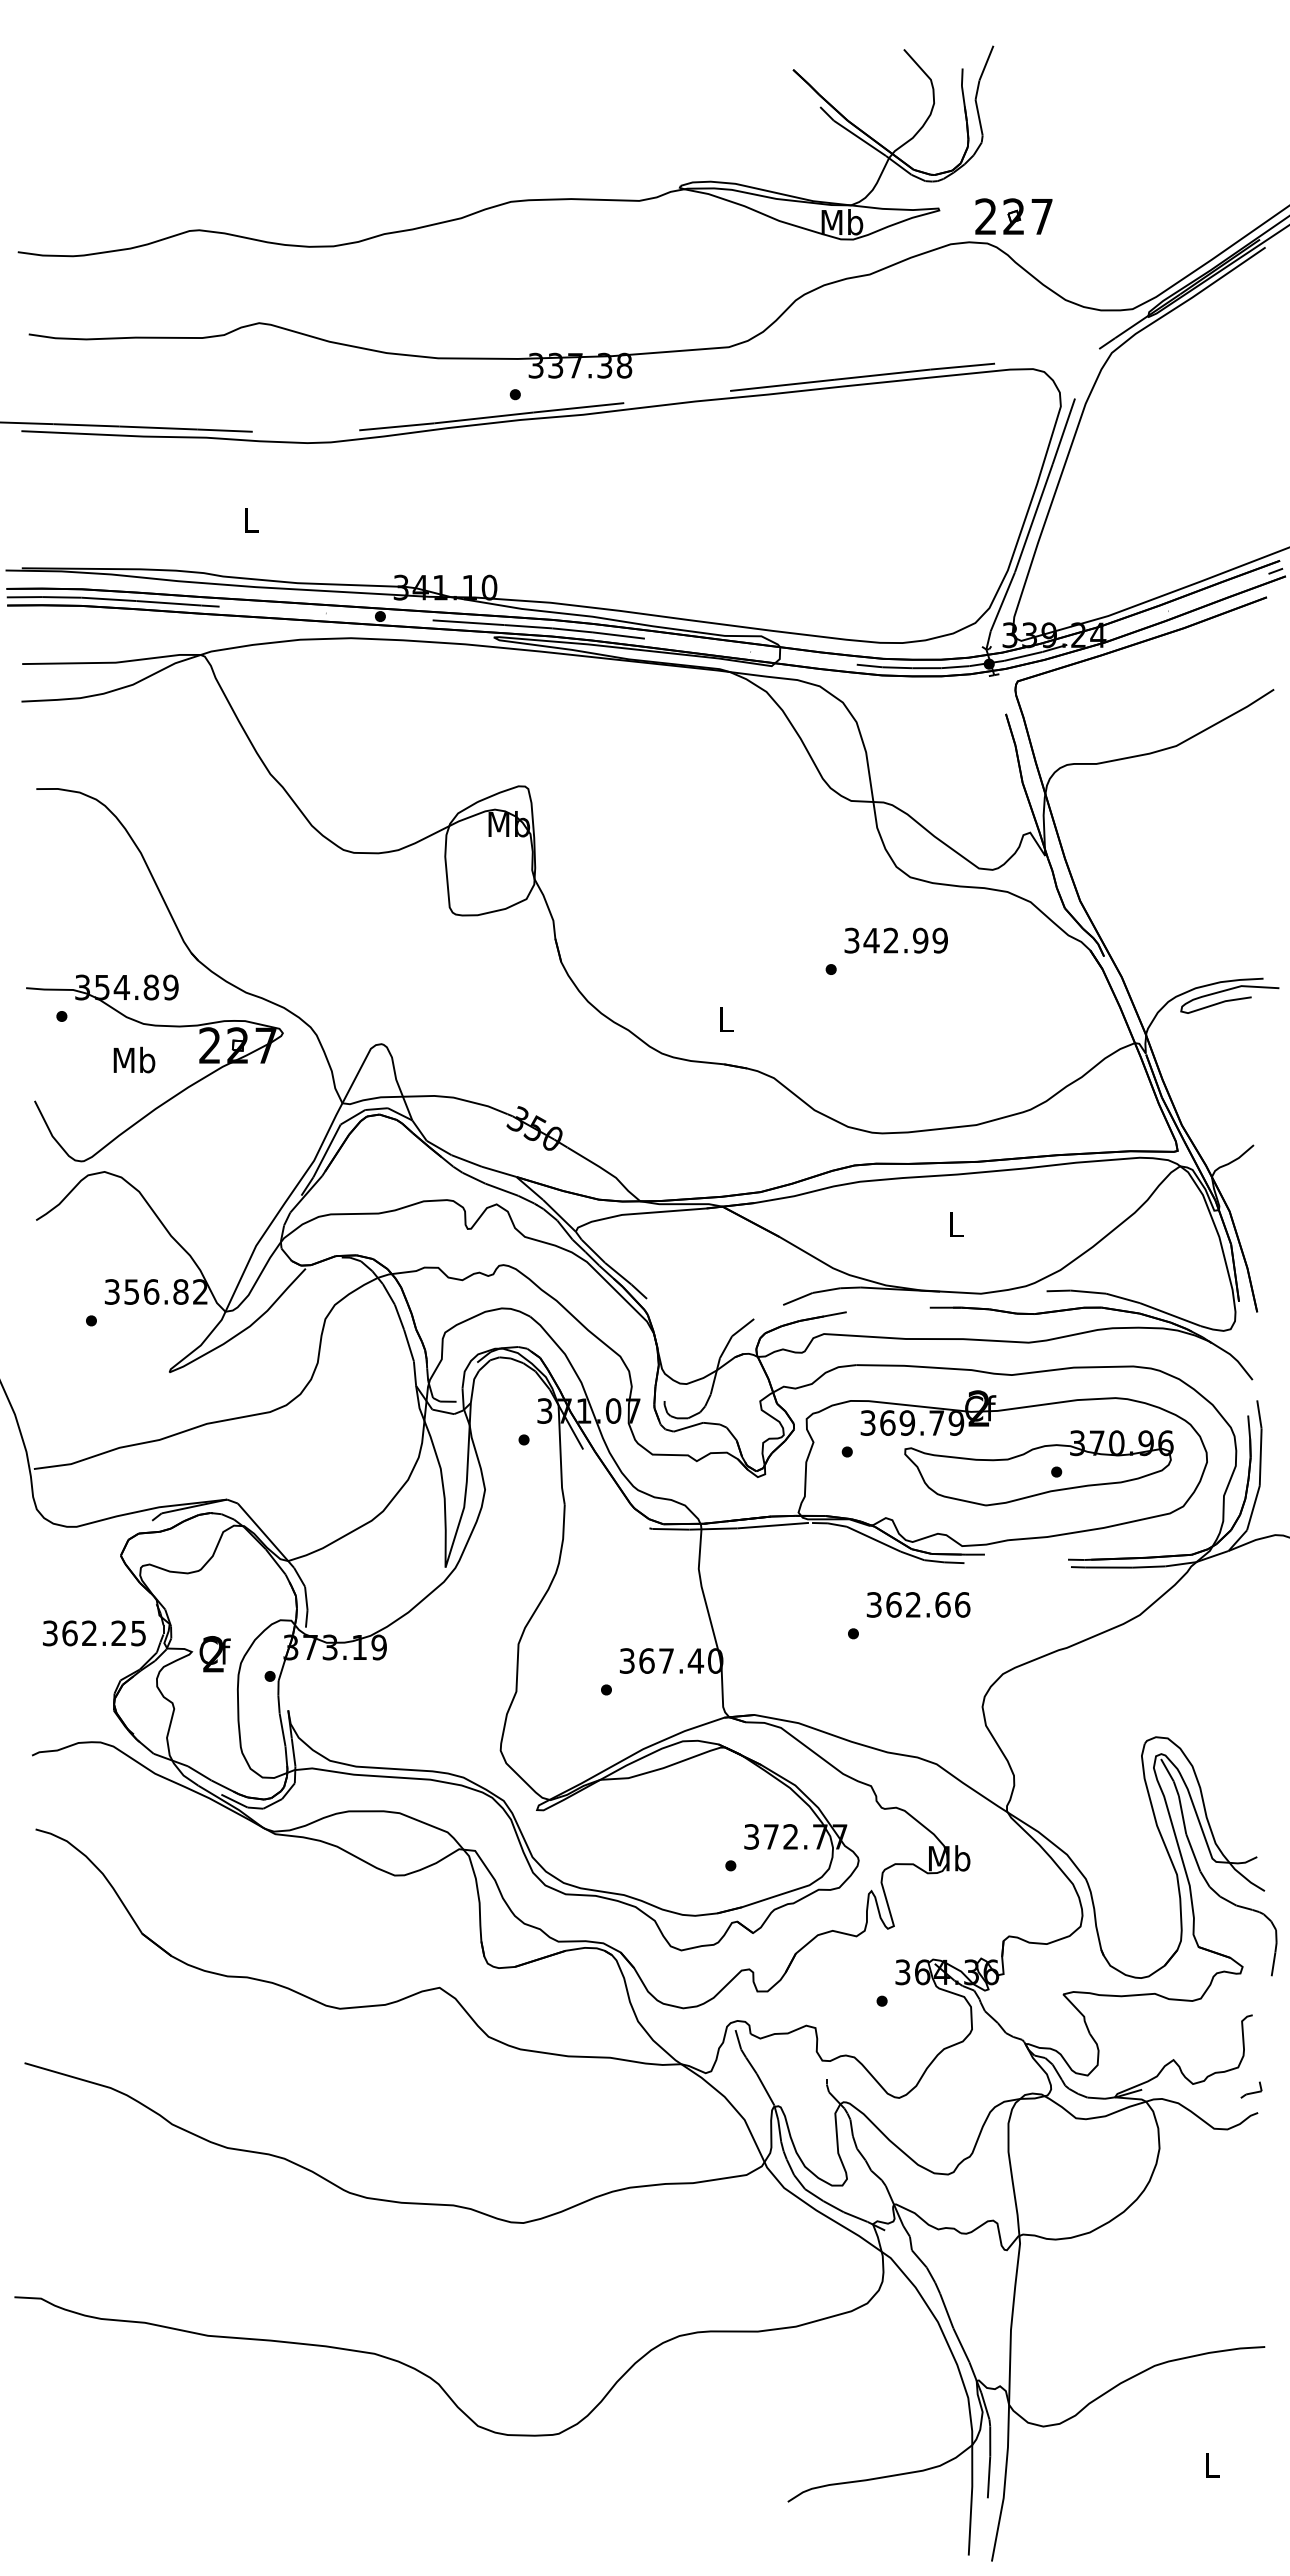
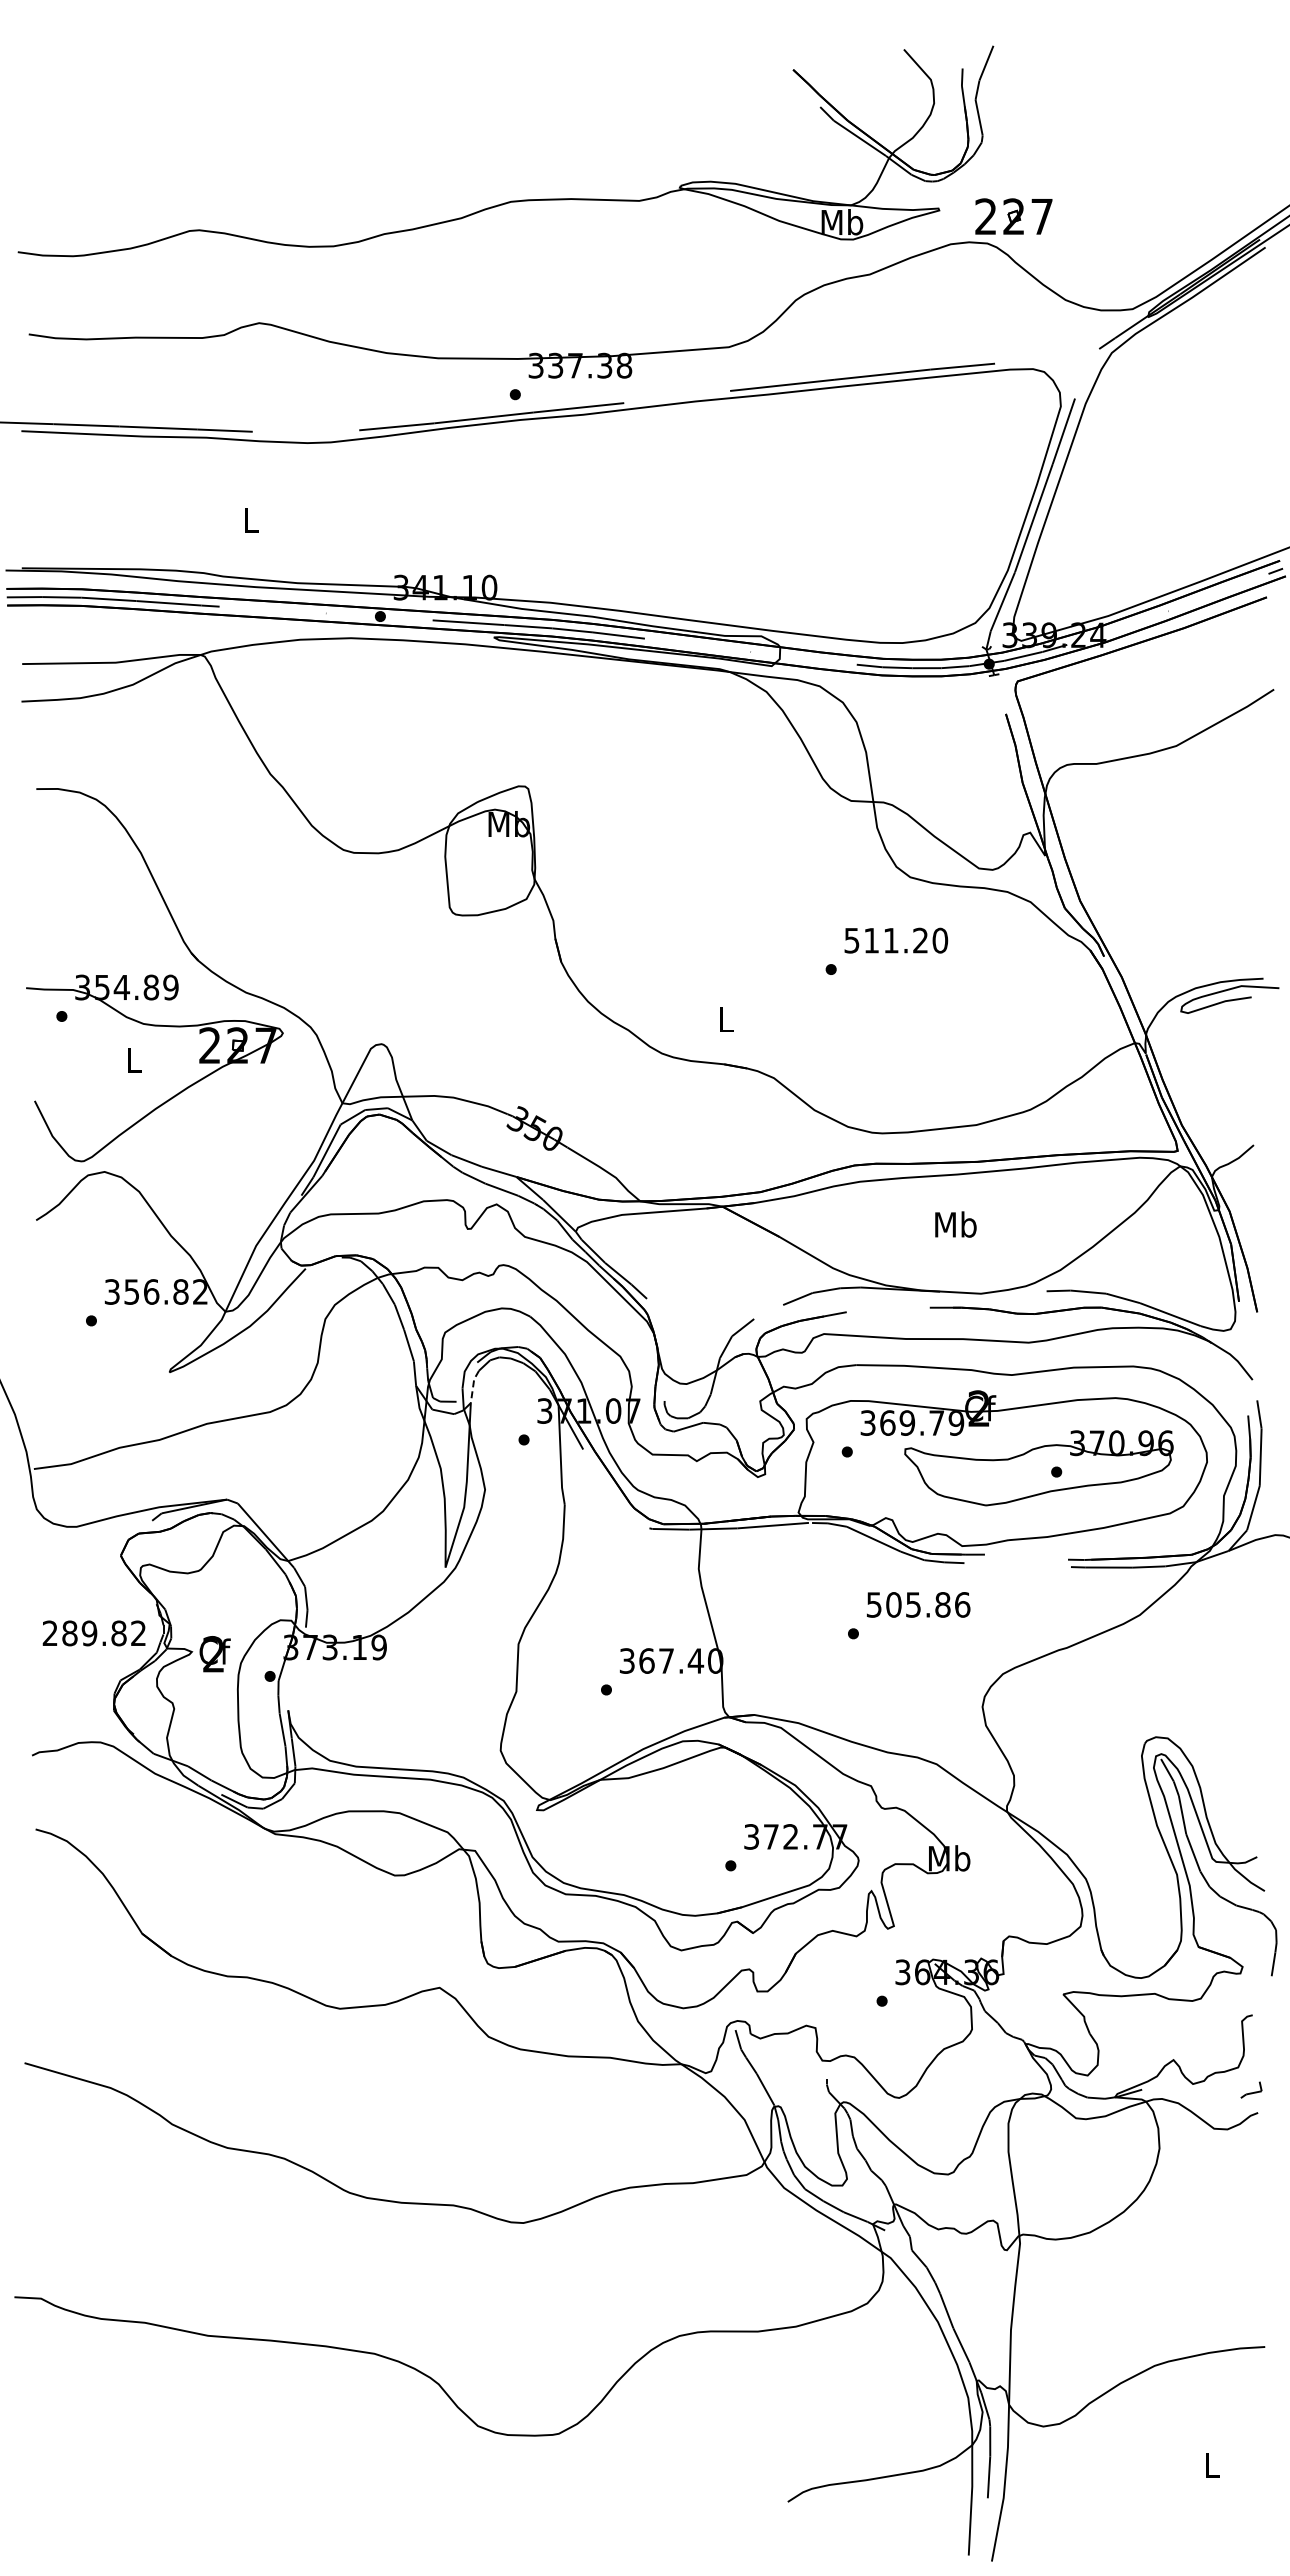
text at (896, 940): 342.99 -> 511.20
text at (134, 1059): Mb -> L
text at (955, 1224): L -> Mb
line at (473, 1385): solid -> dashed
text at (908, 1604): 362.66 -> 505.86
text at (93, 1633): 362.25 -> 289.82
